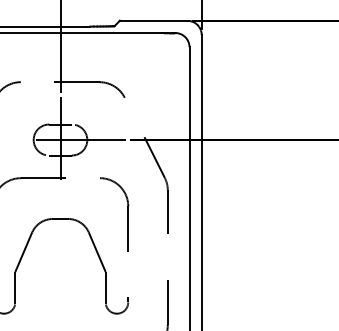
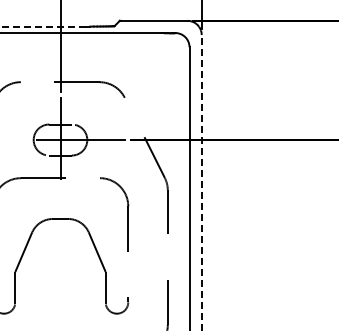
line at (43, 26): solid -> dashed
line at (201, 182): solid -> dashed
